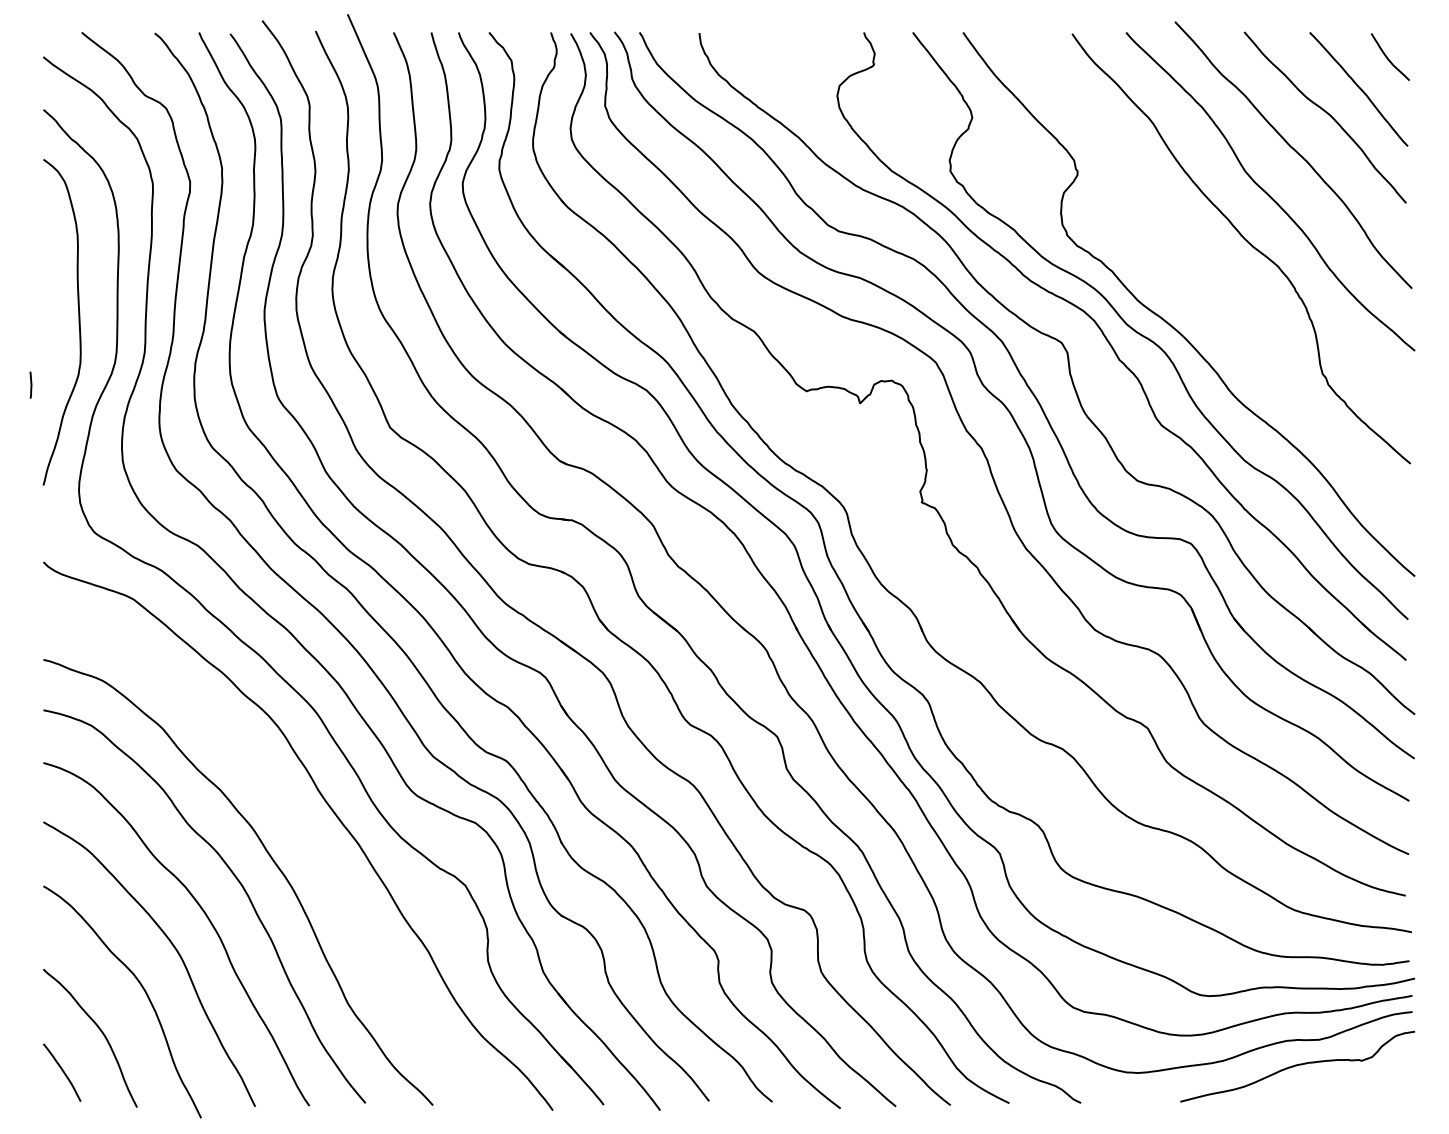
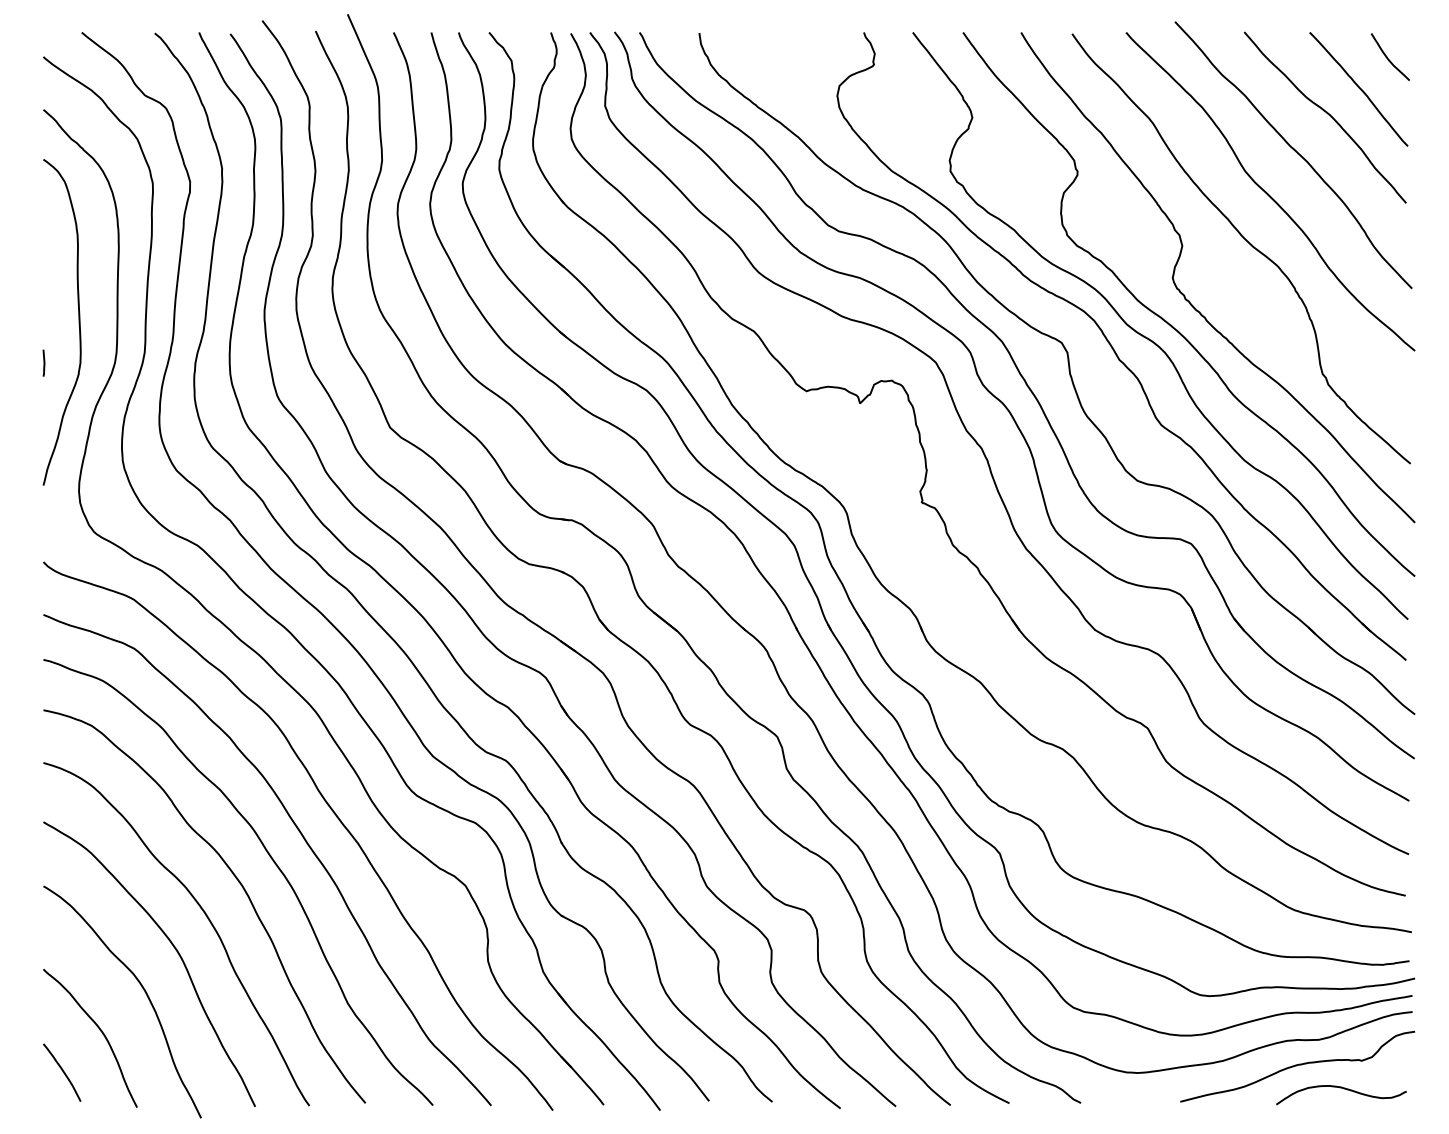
curve at (1189, 300): none -> present
line at (30, 384) position: (30, 384) -> (43, 362)
curve at (303, 839): none -> present
curve at (1343, 1089): none -> present
